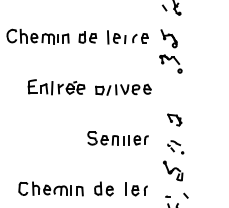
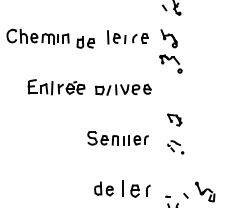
part at (87, 37) position: (87, 37) -> (85, 42)
part at (173, 170) position: (173, 170) -> (205, 191)
part at (50, 188): present -> none
part at (136, 189) size: 23x15 px -> 29x18 px
